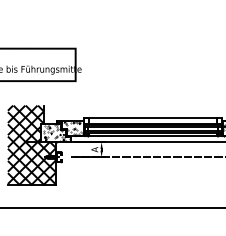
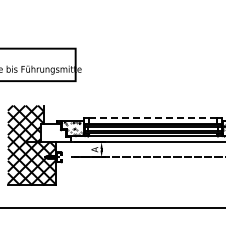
line at (150, 118): solid -> dashed
hatch at (57, 133): present -> none
